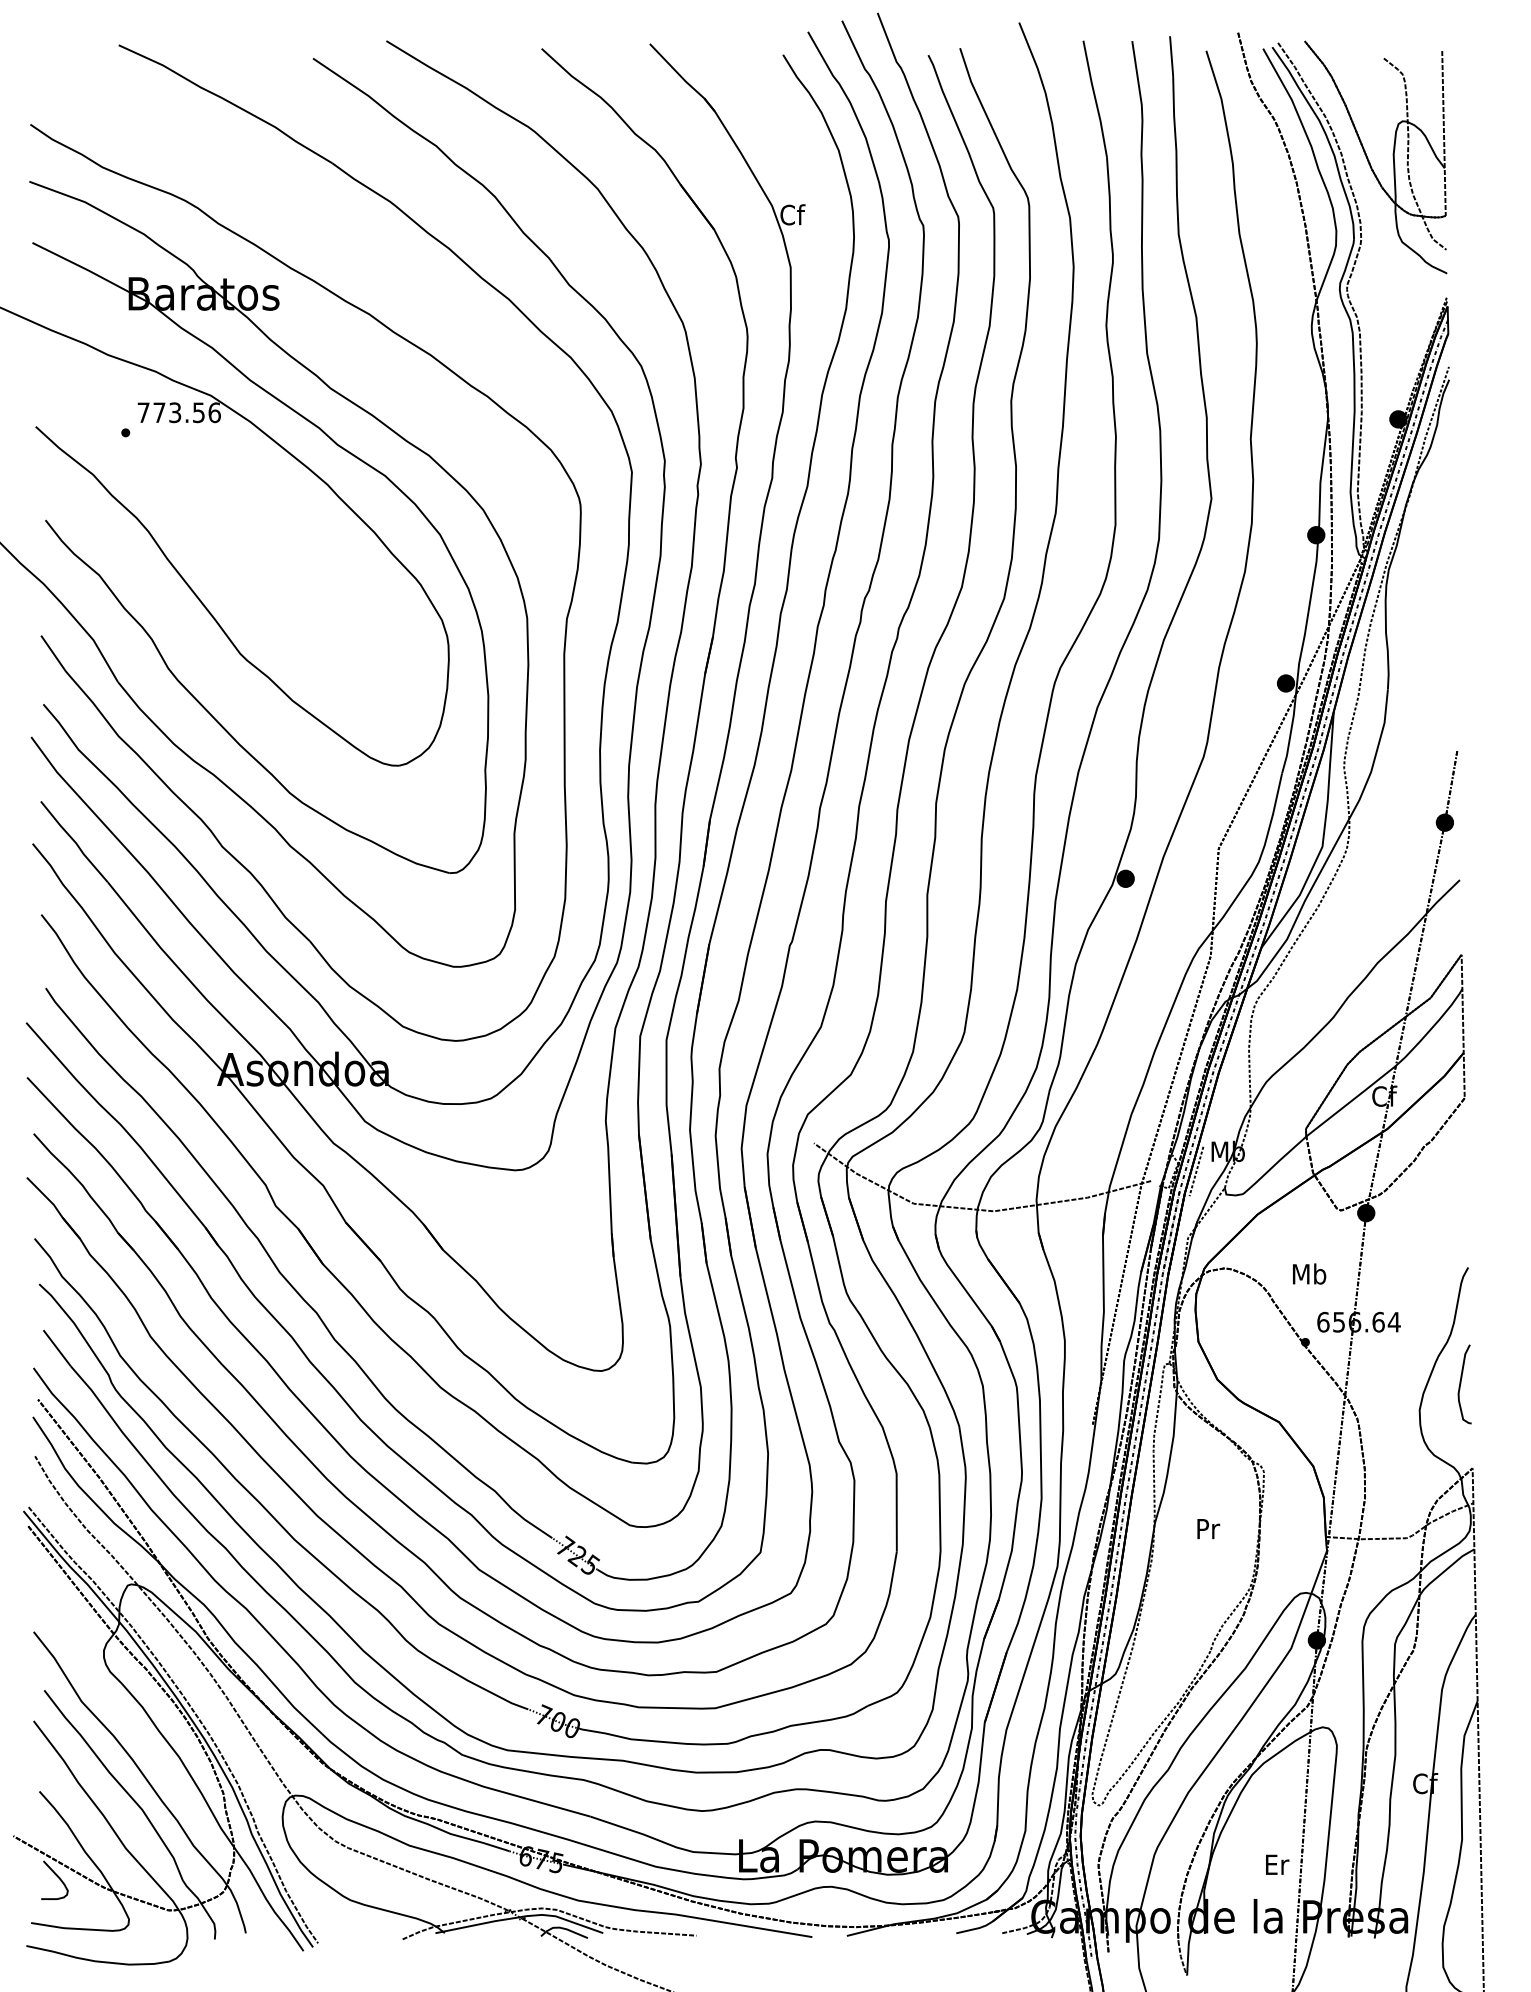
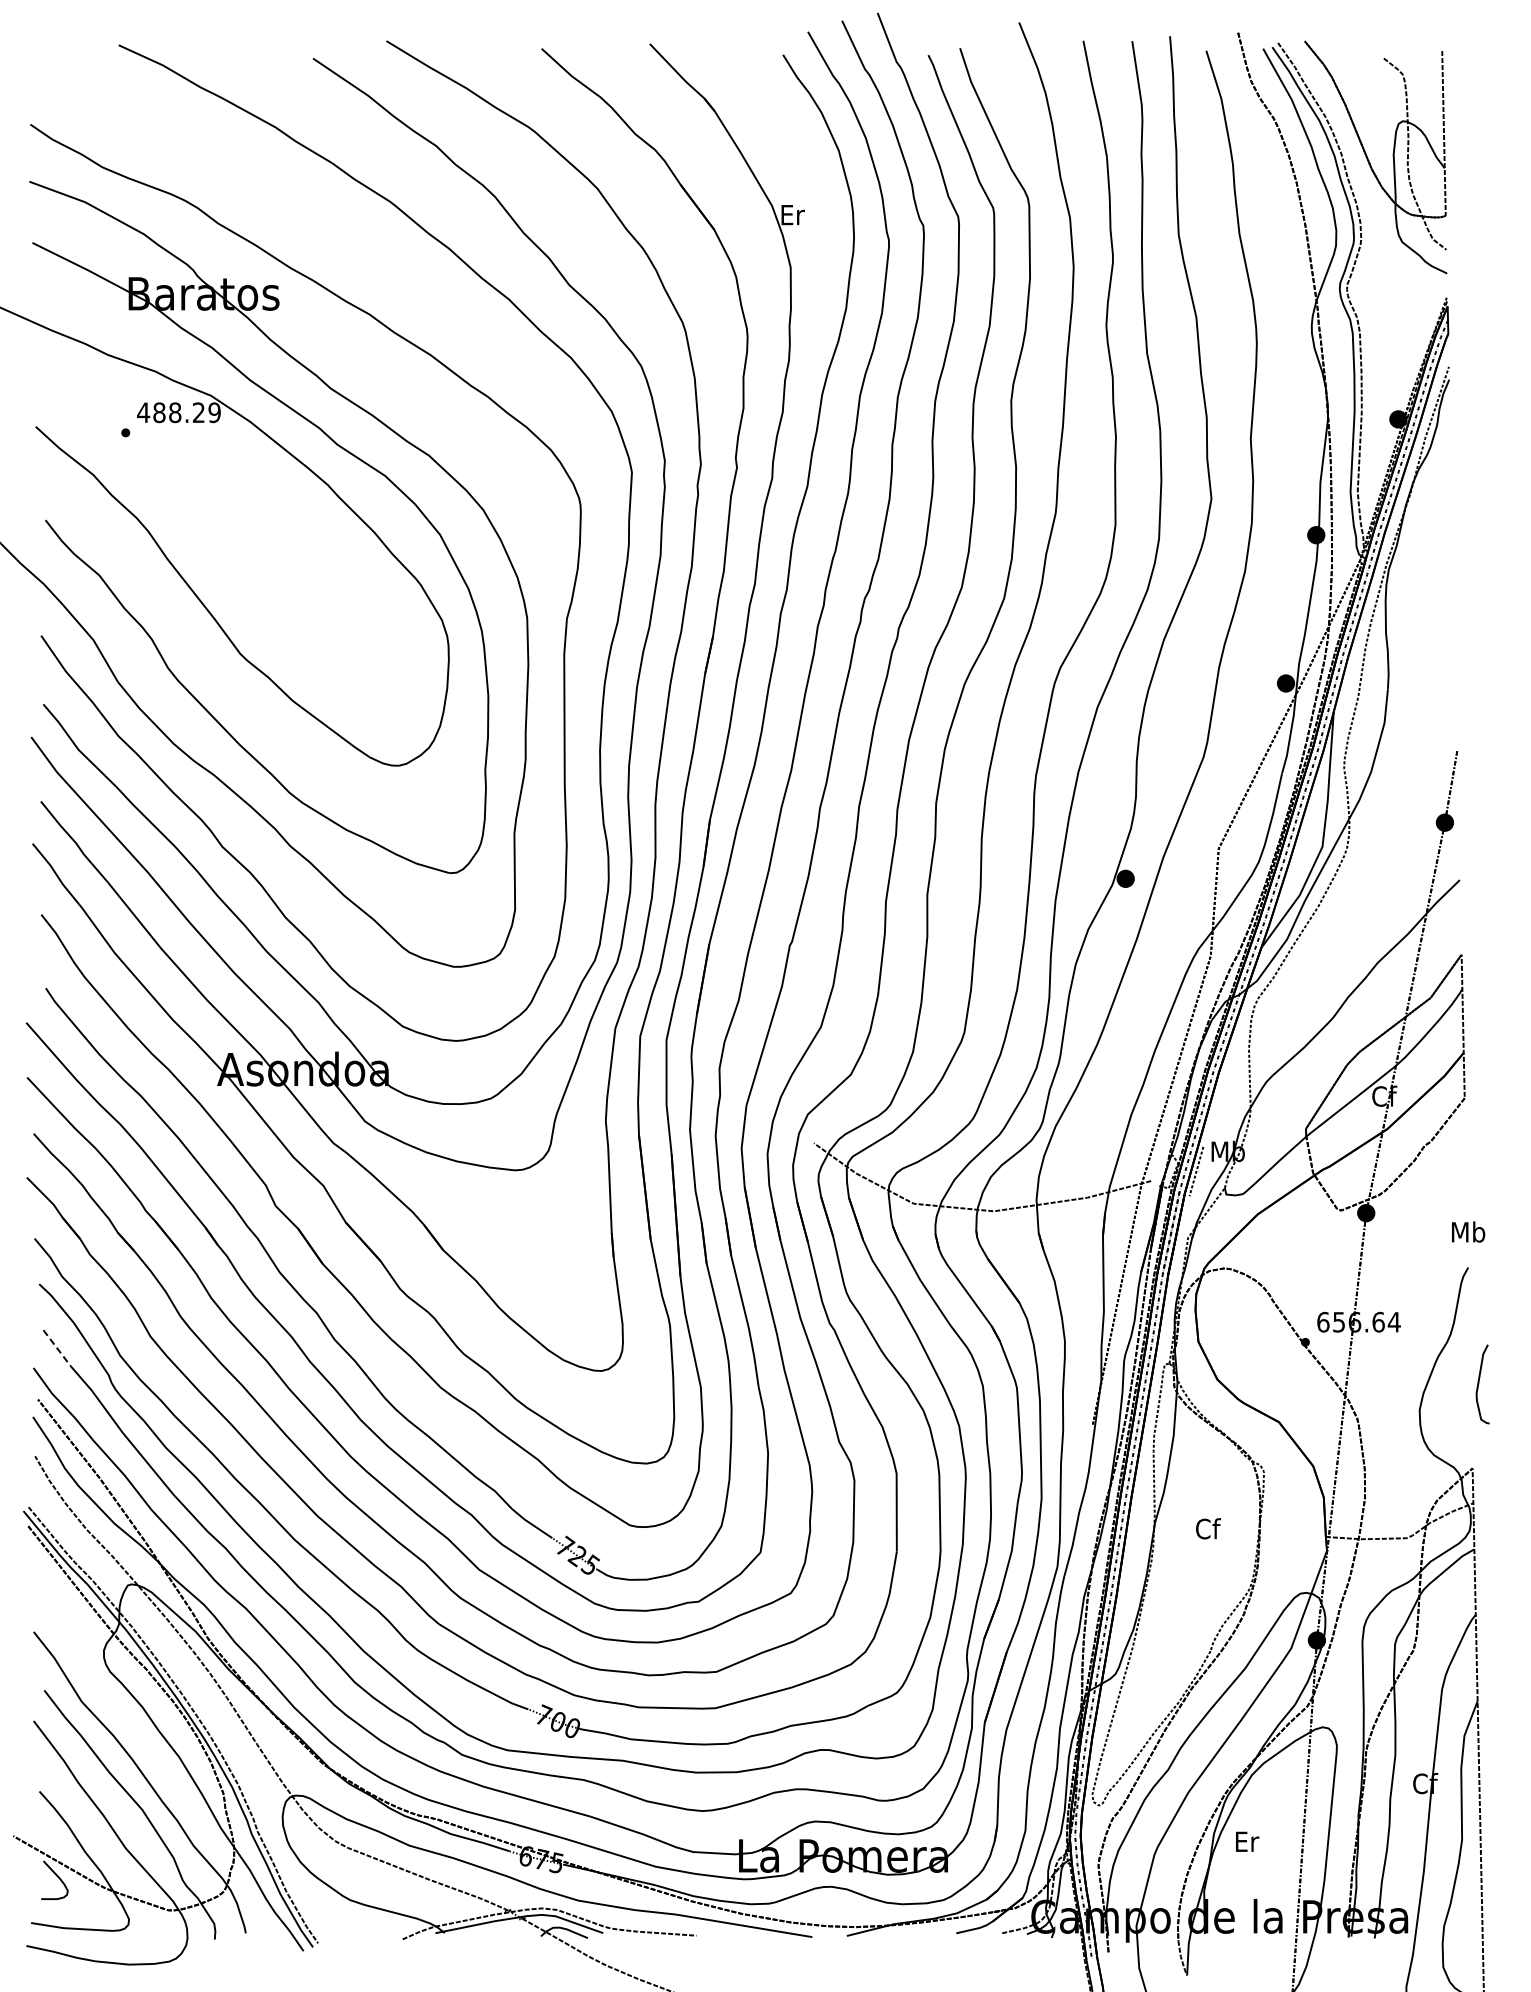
text at (792, 214): Cf -> Er
text at (178, 412): 773.56 -> 488.29
text at (1309, 1273) position: (1309, 1273) -> (1468, 1231)
line at (57, 1348): solid -> dashed
curve at (1461, 1384) position: (1461, 1384) -> (1479, 1384)
text at (1208, 1528): Pr -> Cf
text at (1277, 1864) position: (1277, 1864) -> (1247, 1841)
